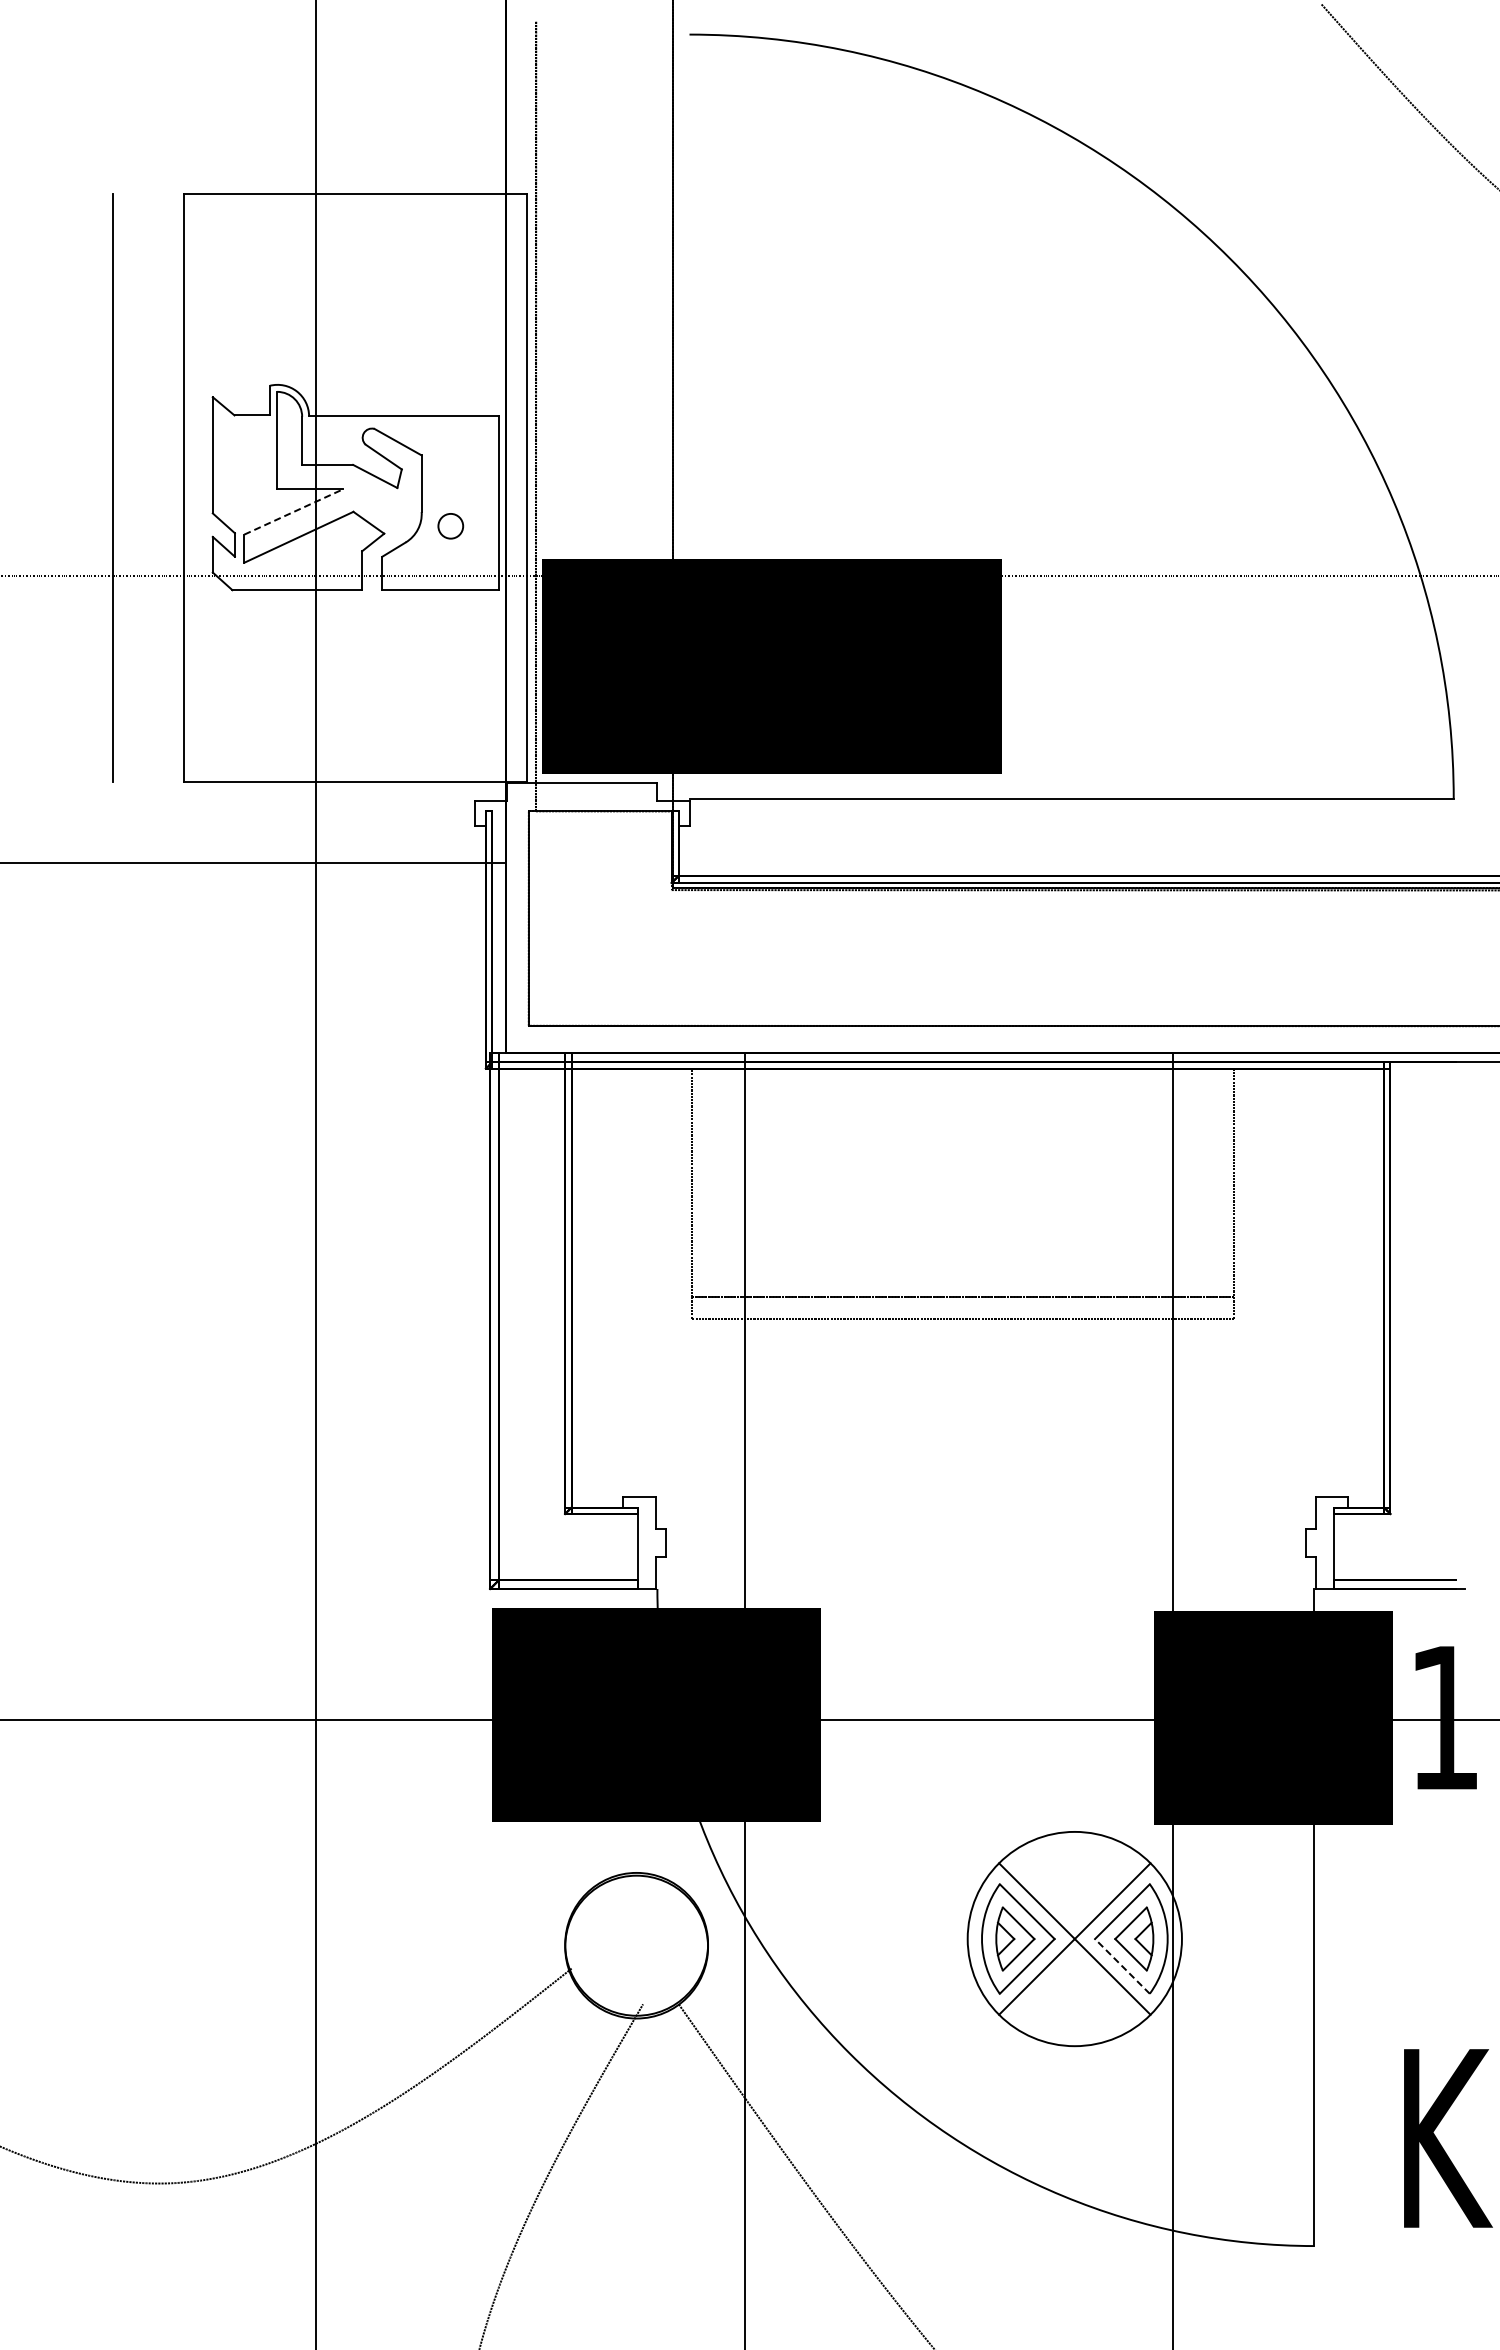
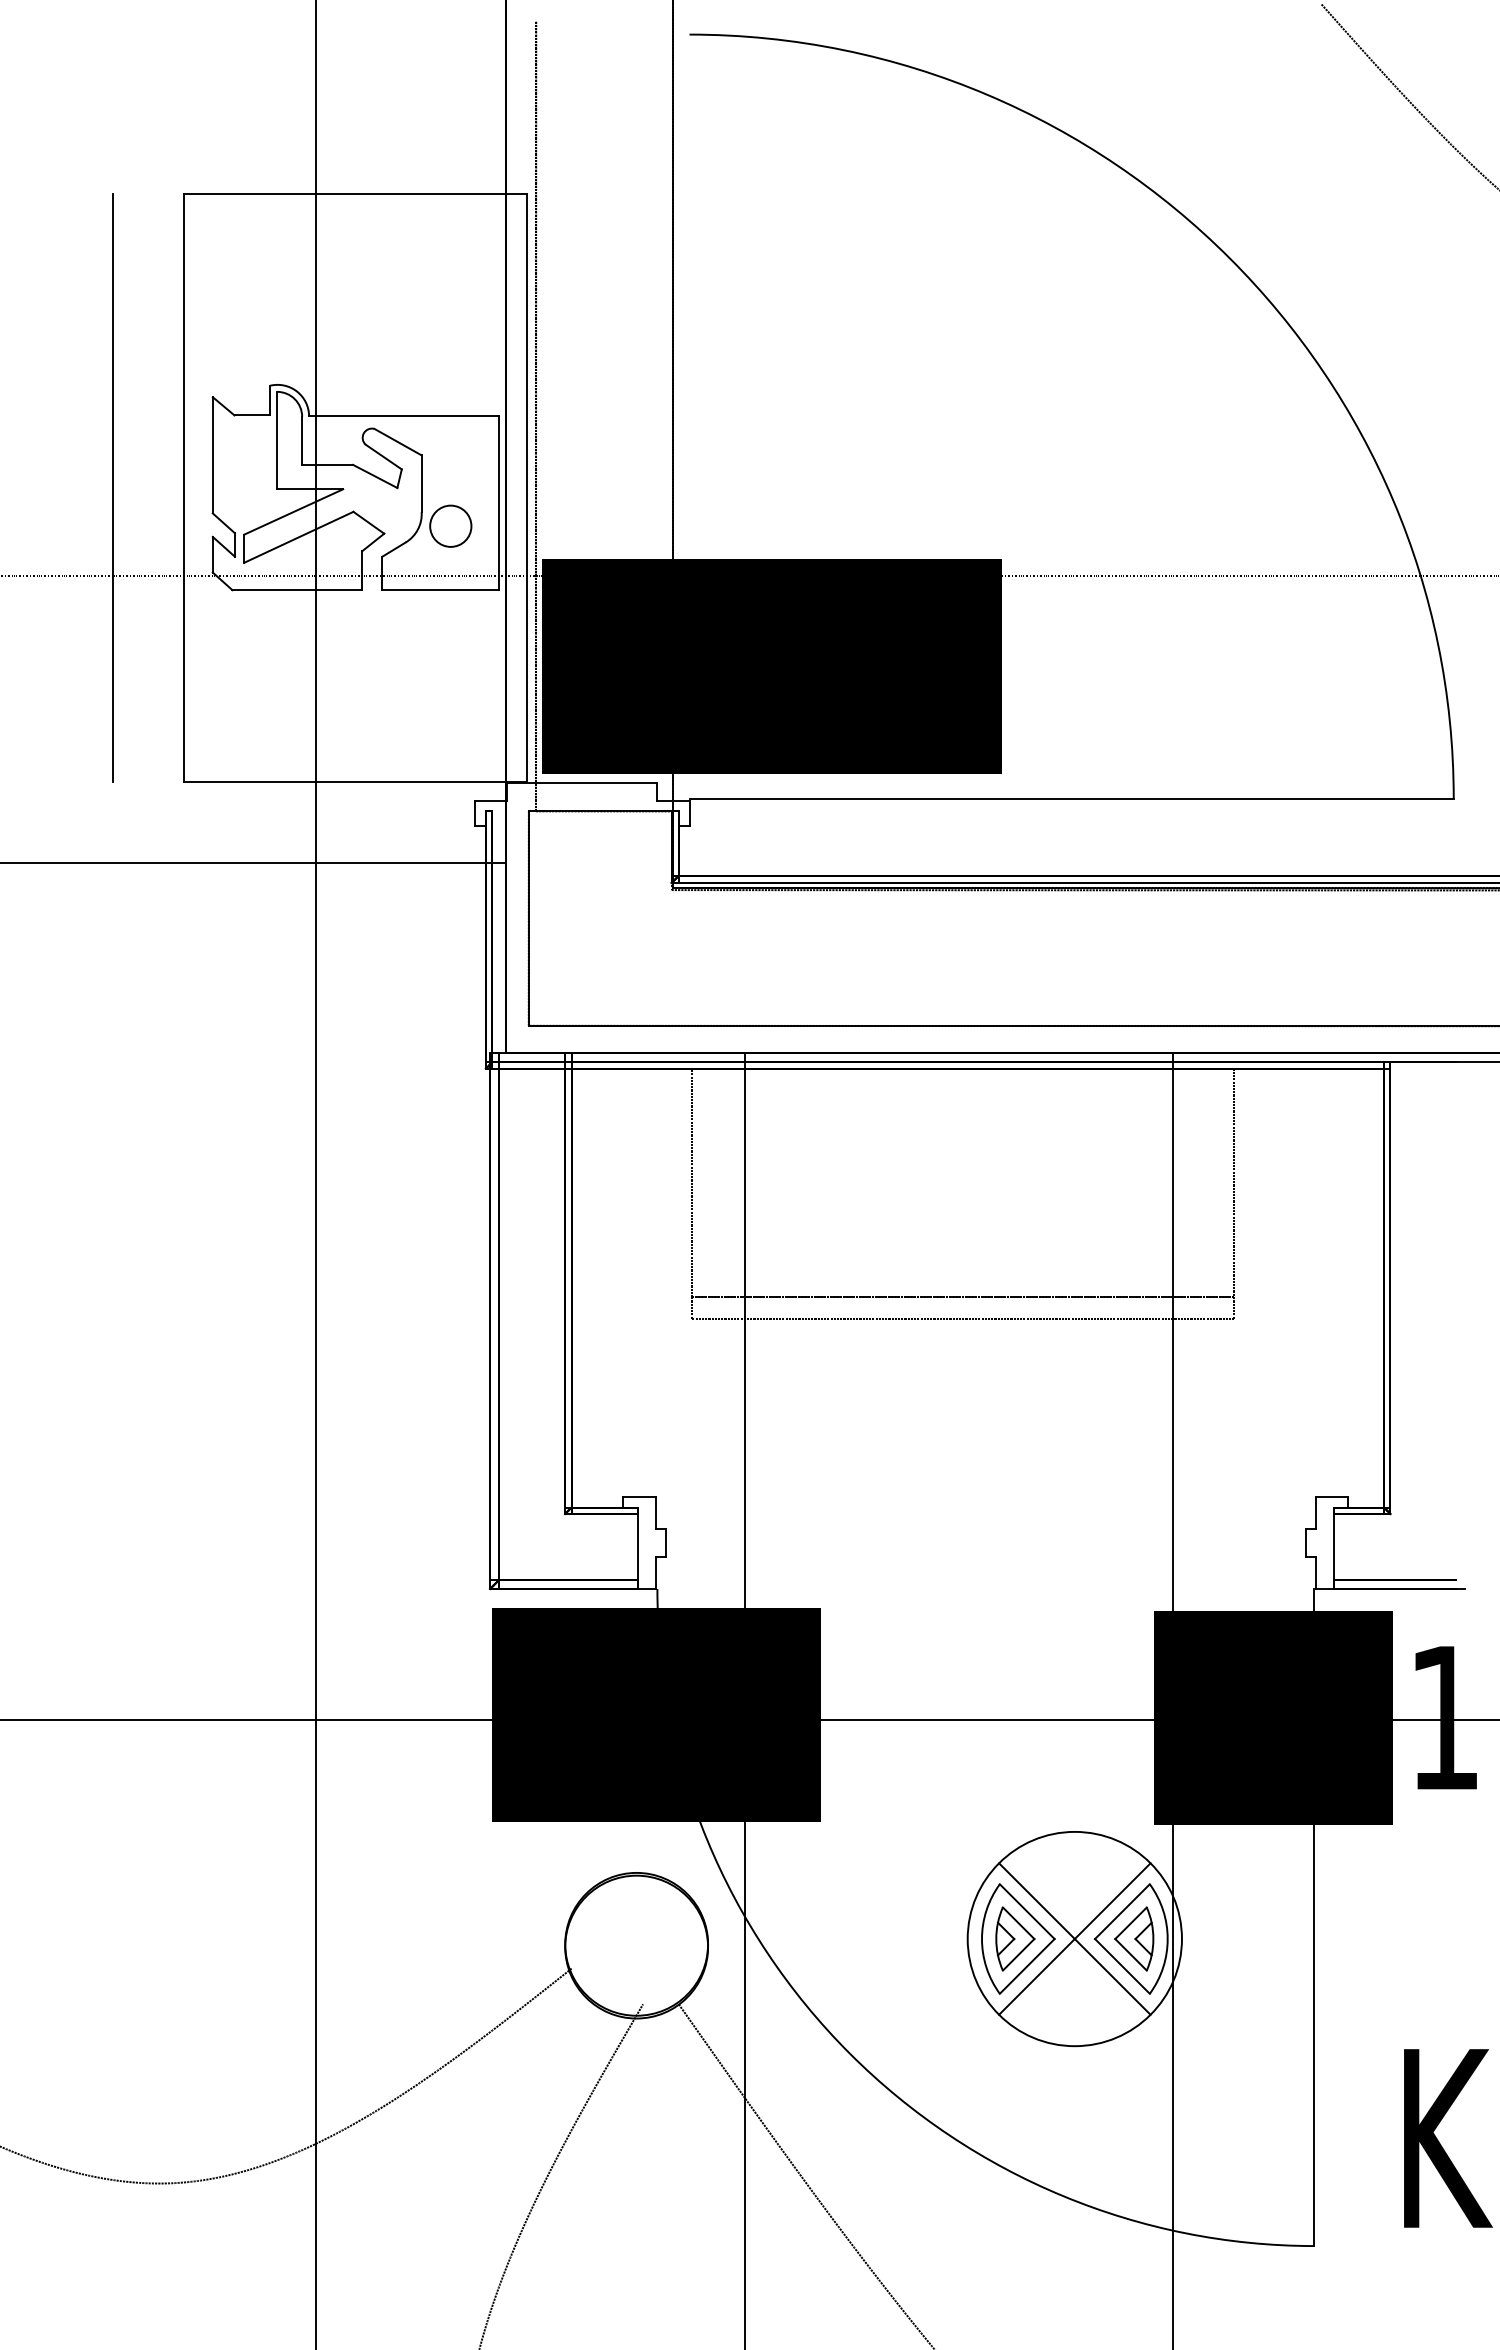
line at (294, 511): dashed -> solid
circle at (450, 525) diameter: 25 px -> 41 px
line at (1122, 1966): dashed -> solid
